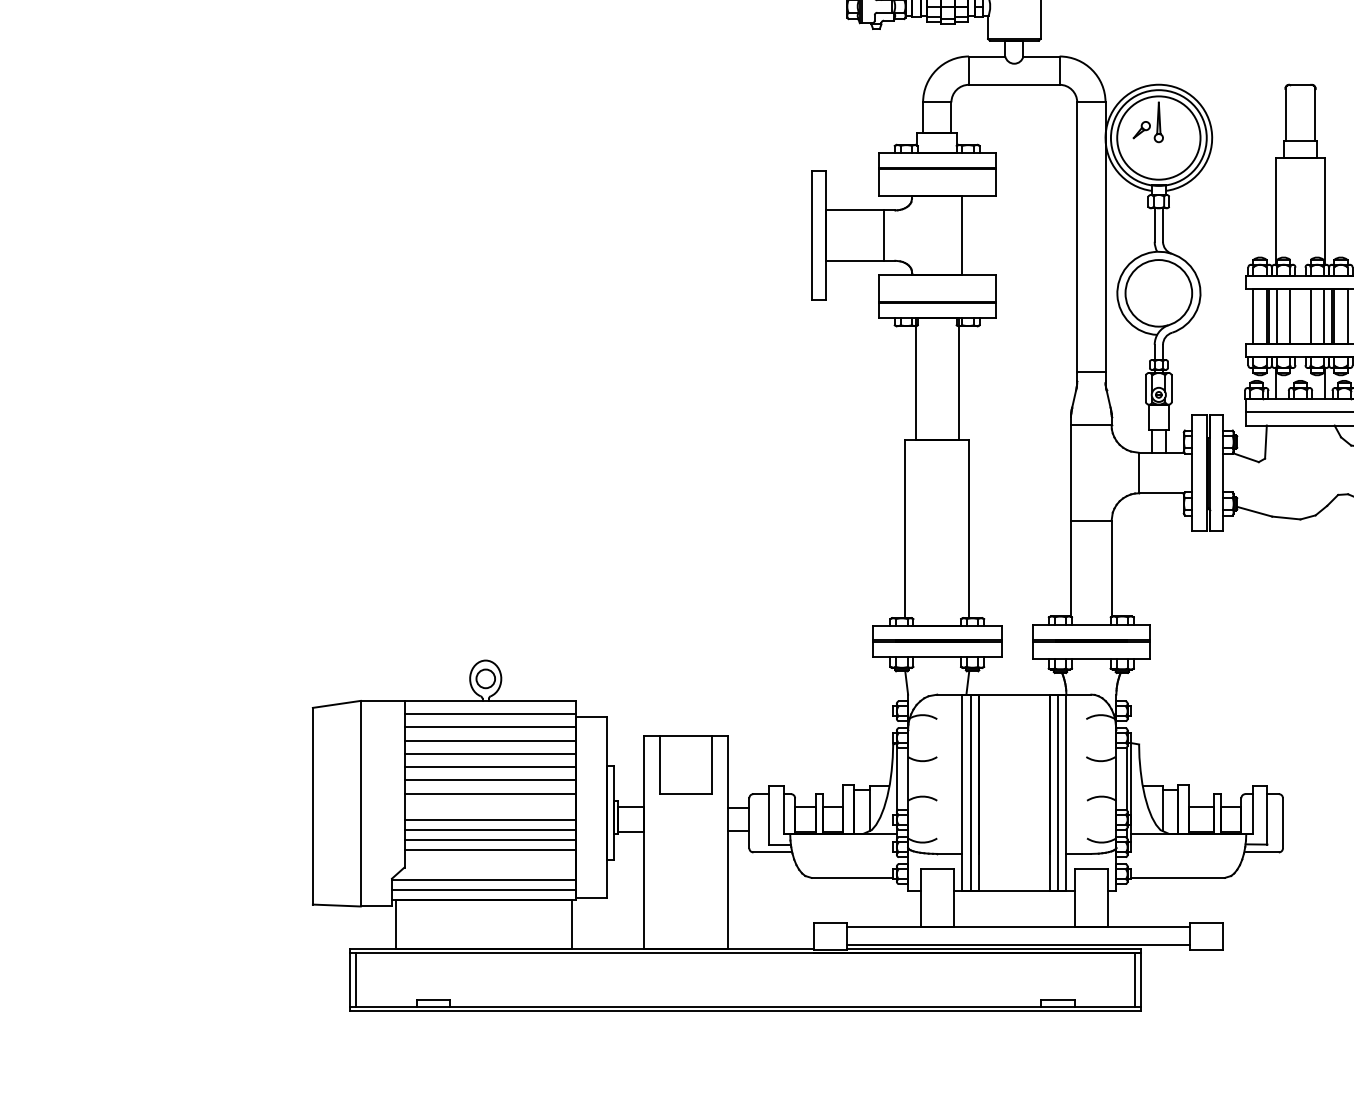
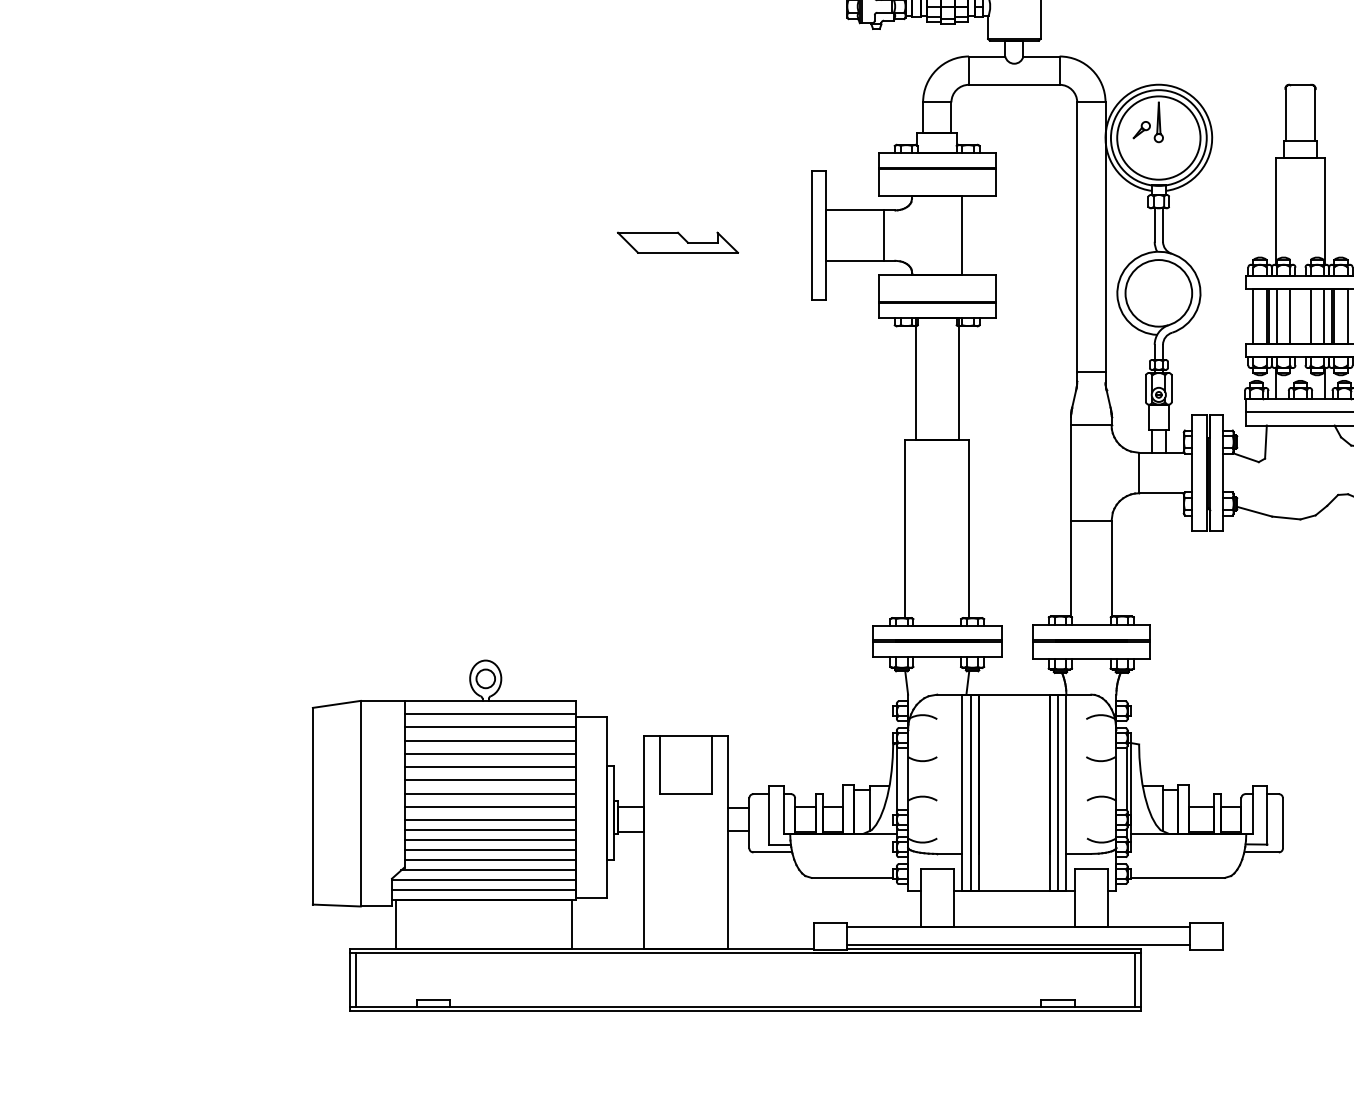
part at (678, 242): none -> present
line at (489, 806): none -> present
line at (489, 860): none -> present
line at (488, 870): none -> present
